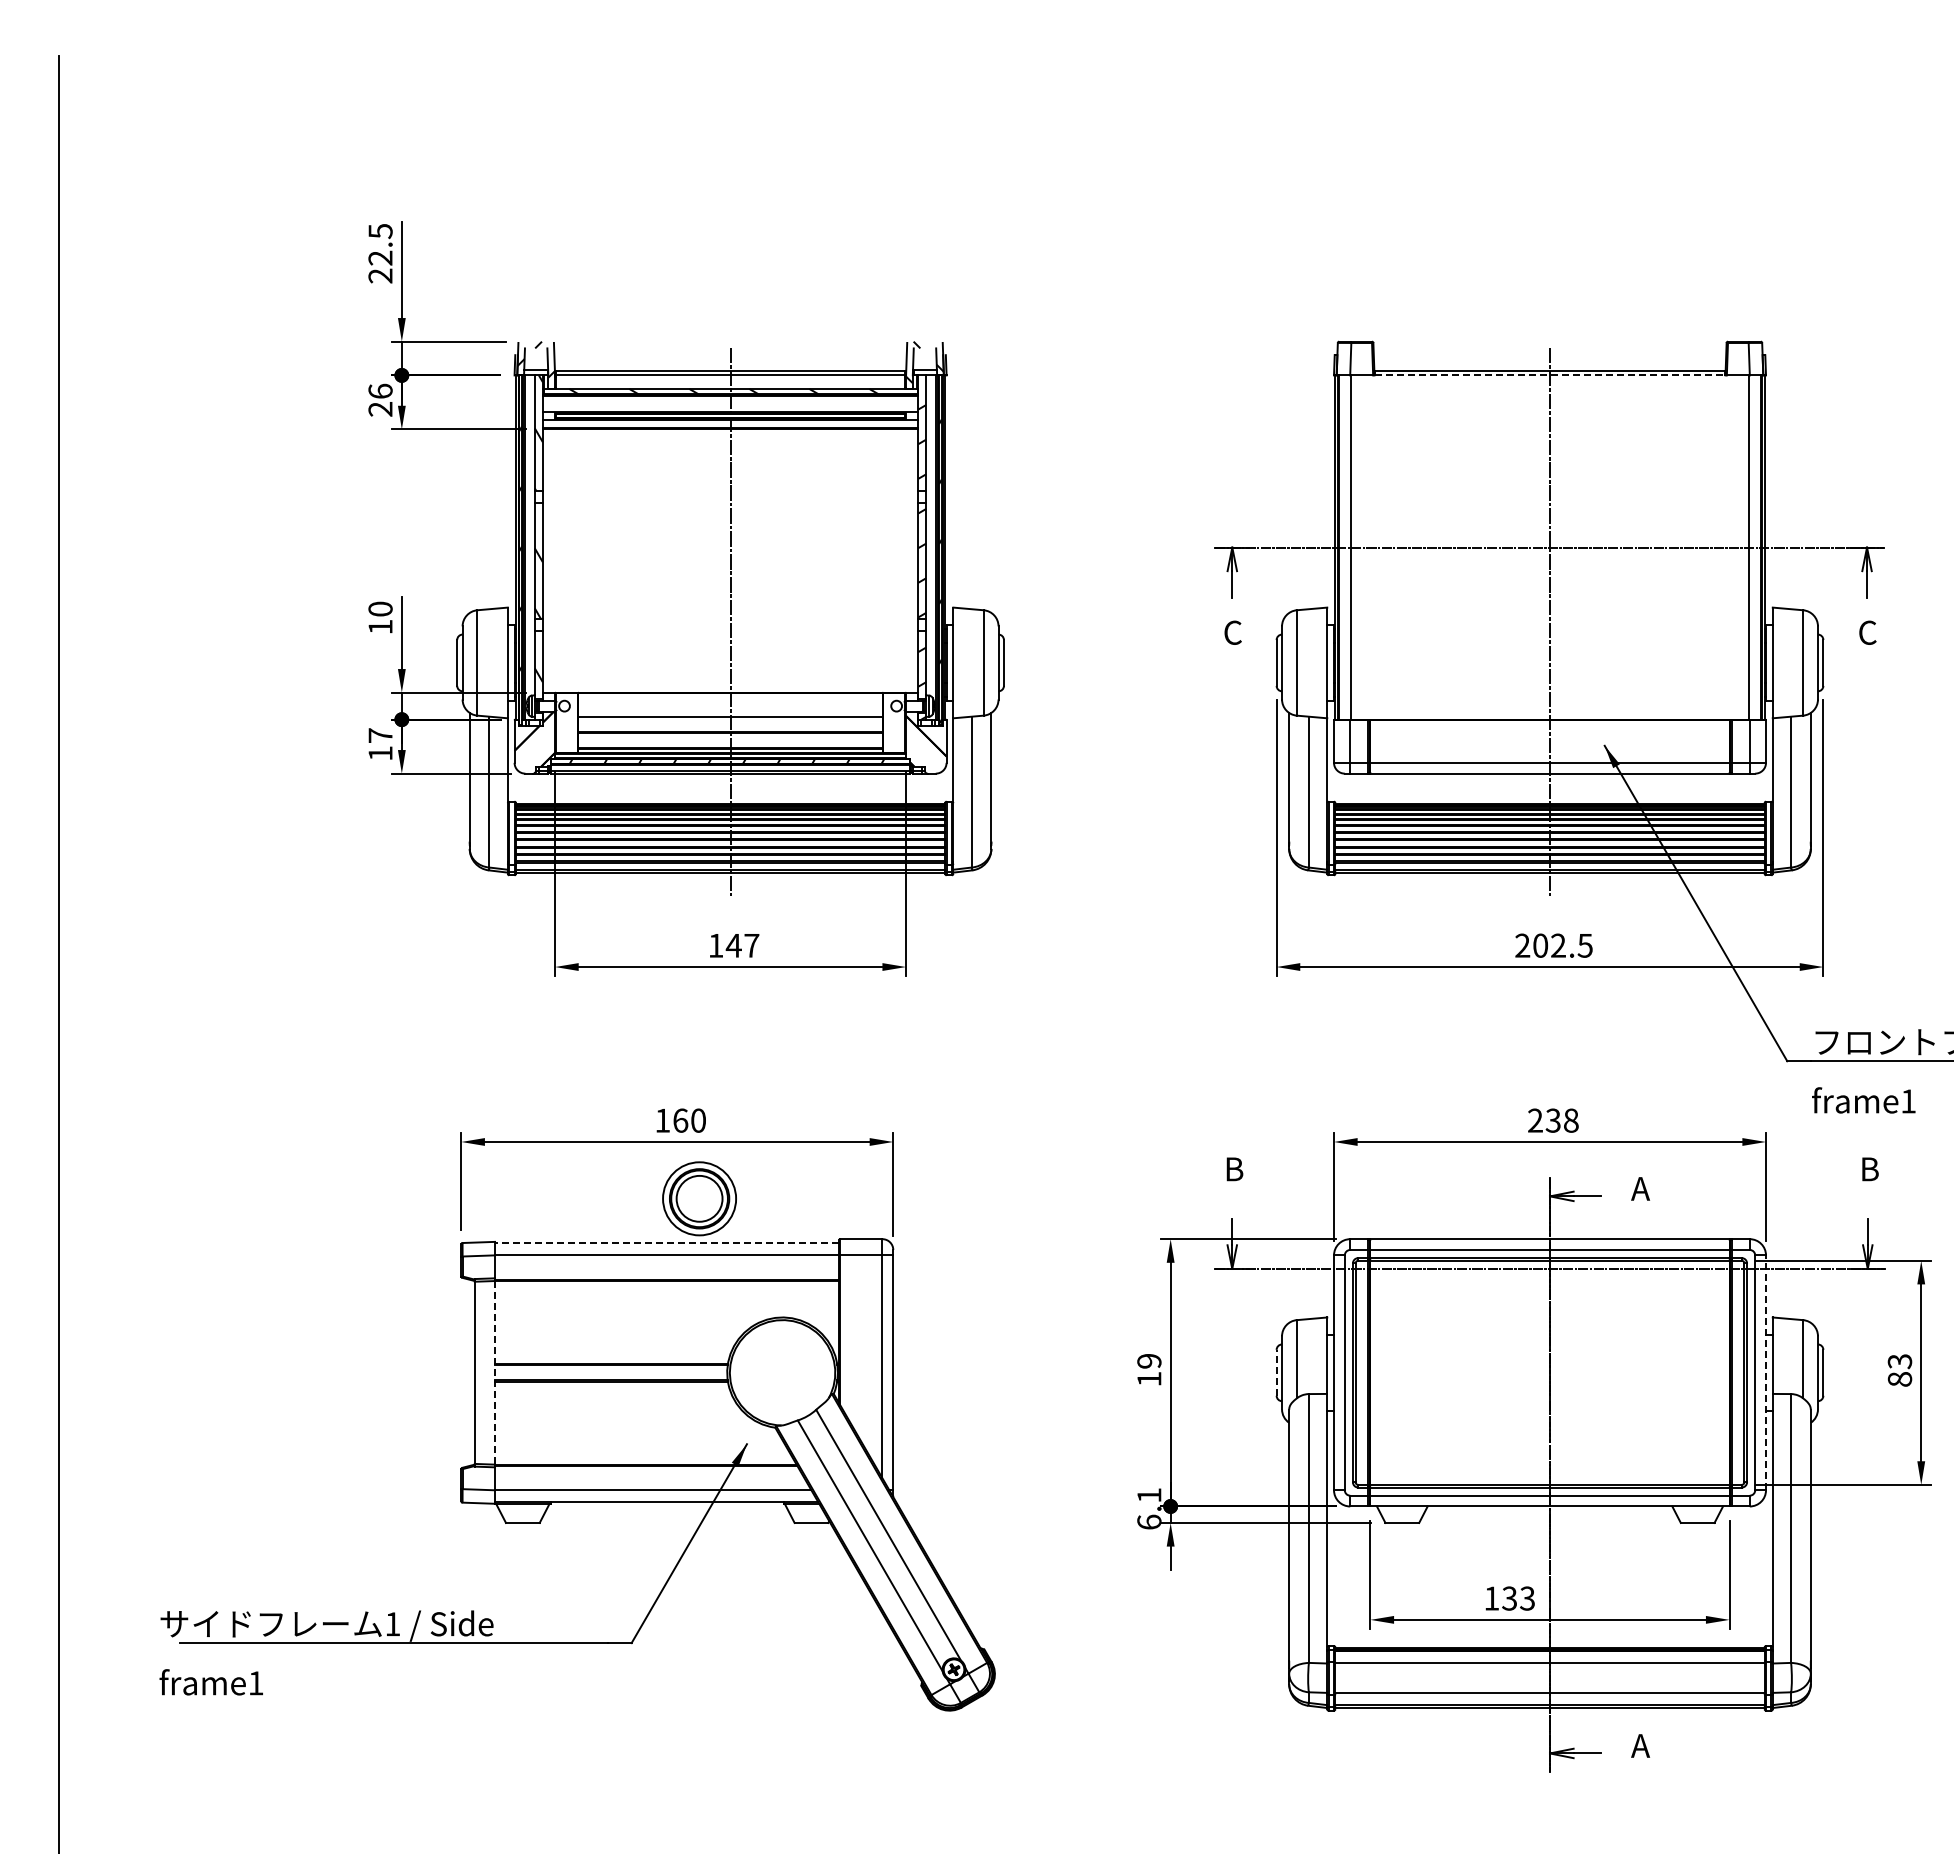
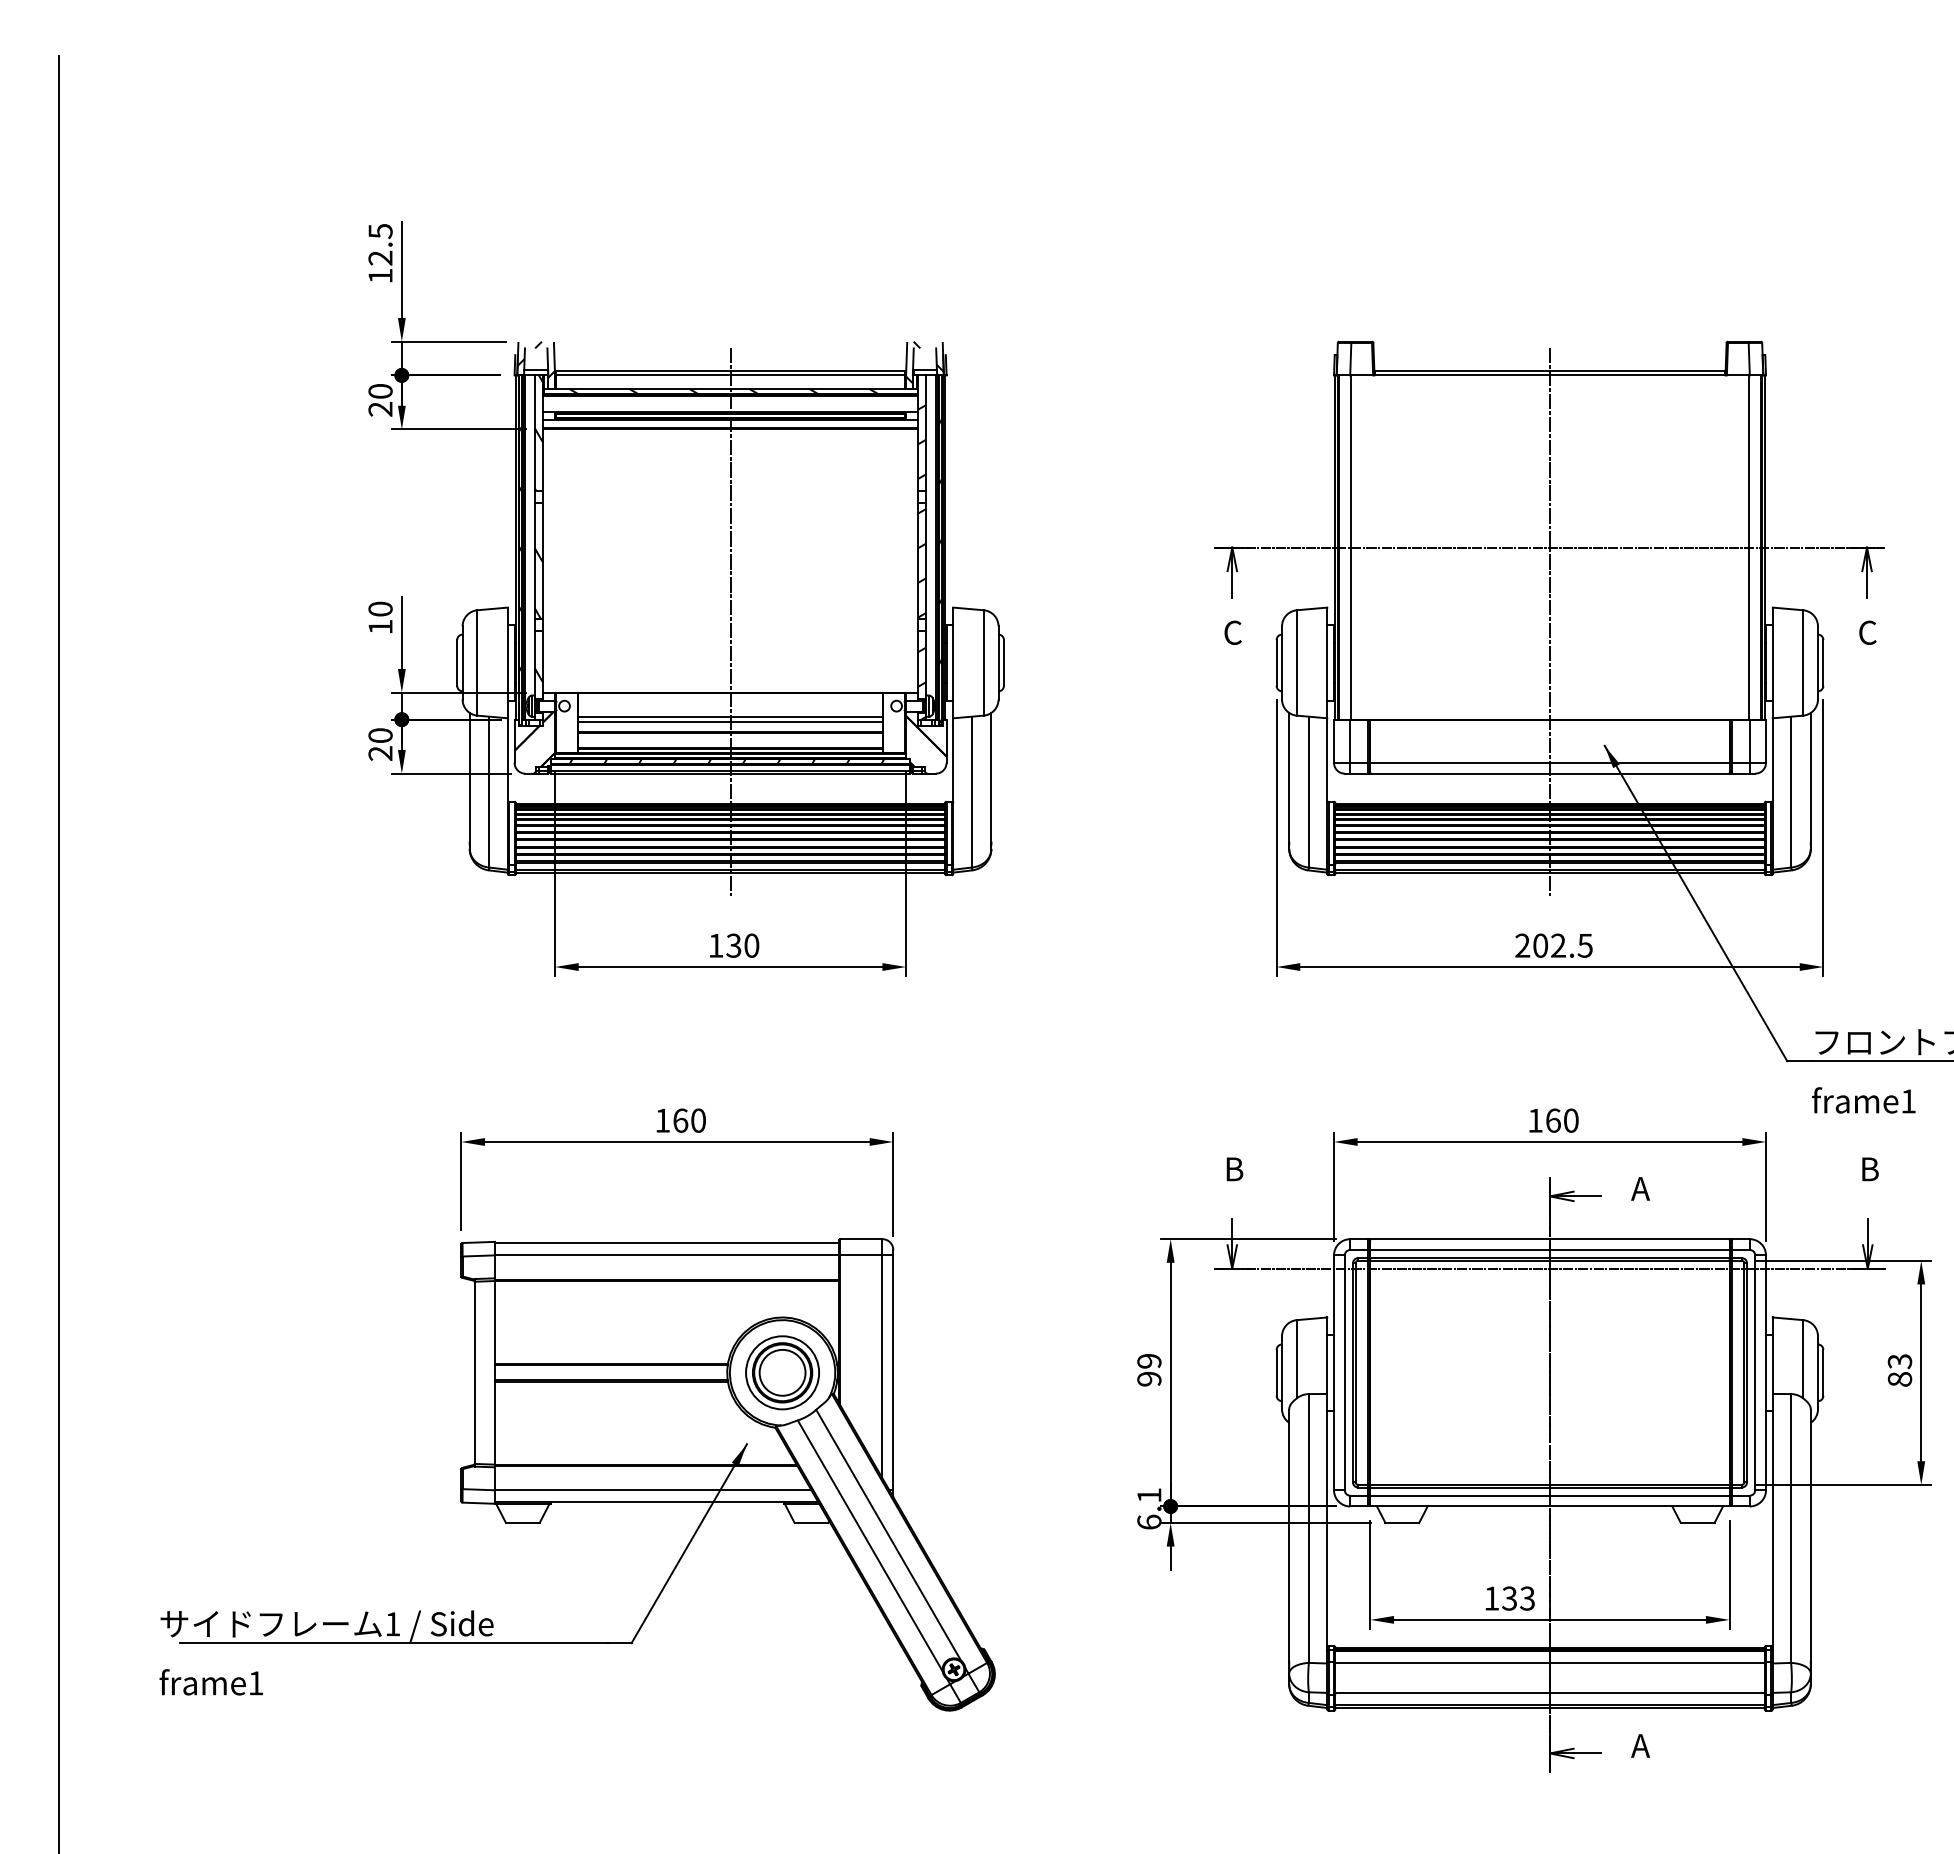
text at (380, 275): 22.5 -> 12.5
line at (1550, 375): dashed -> solid
text at (380, 390): 26 -> 20
line at (730, 722): none -> present
text at (380, 744): 17 -> 20
text at (742, 945): 147 -> 130
text at (1553, 1120): 238 -> 160
part at (699, 1198) position: (699, 1198) -> (782, 1372)
line at (666, 1243): dashed -> solid
line at (495, 1372): dashed -> solid
line at (1276, 1372): dashed -> solid
line at (1766, 1372): dashed -> solid
text at (1149, 1378): 19 -> 99
